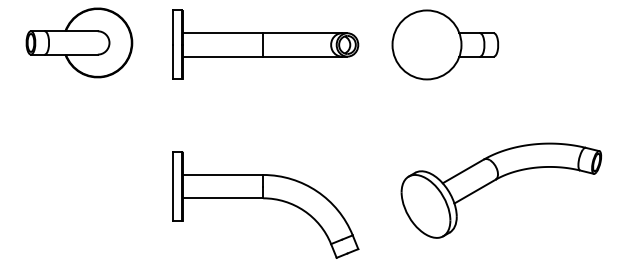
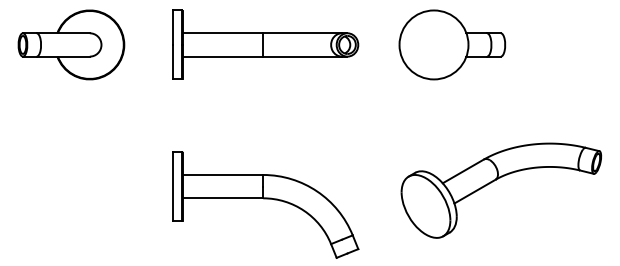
part at (79, 42) position: (79, 42) -> (71, 44)
part at (444, 44) position: (444, 44) -> (451, 44)
